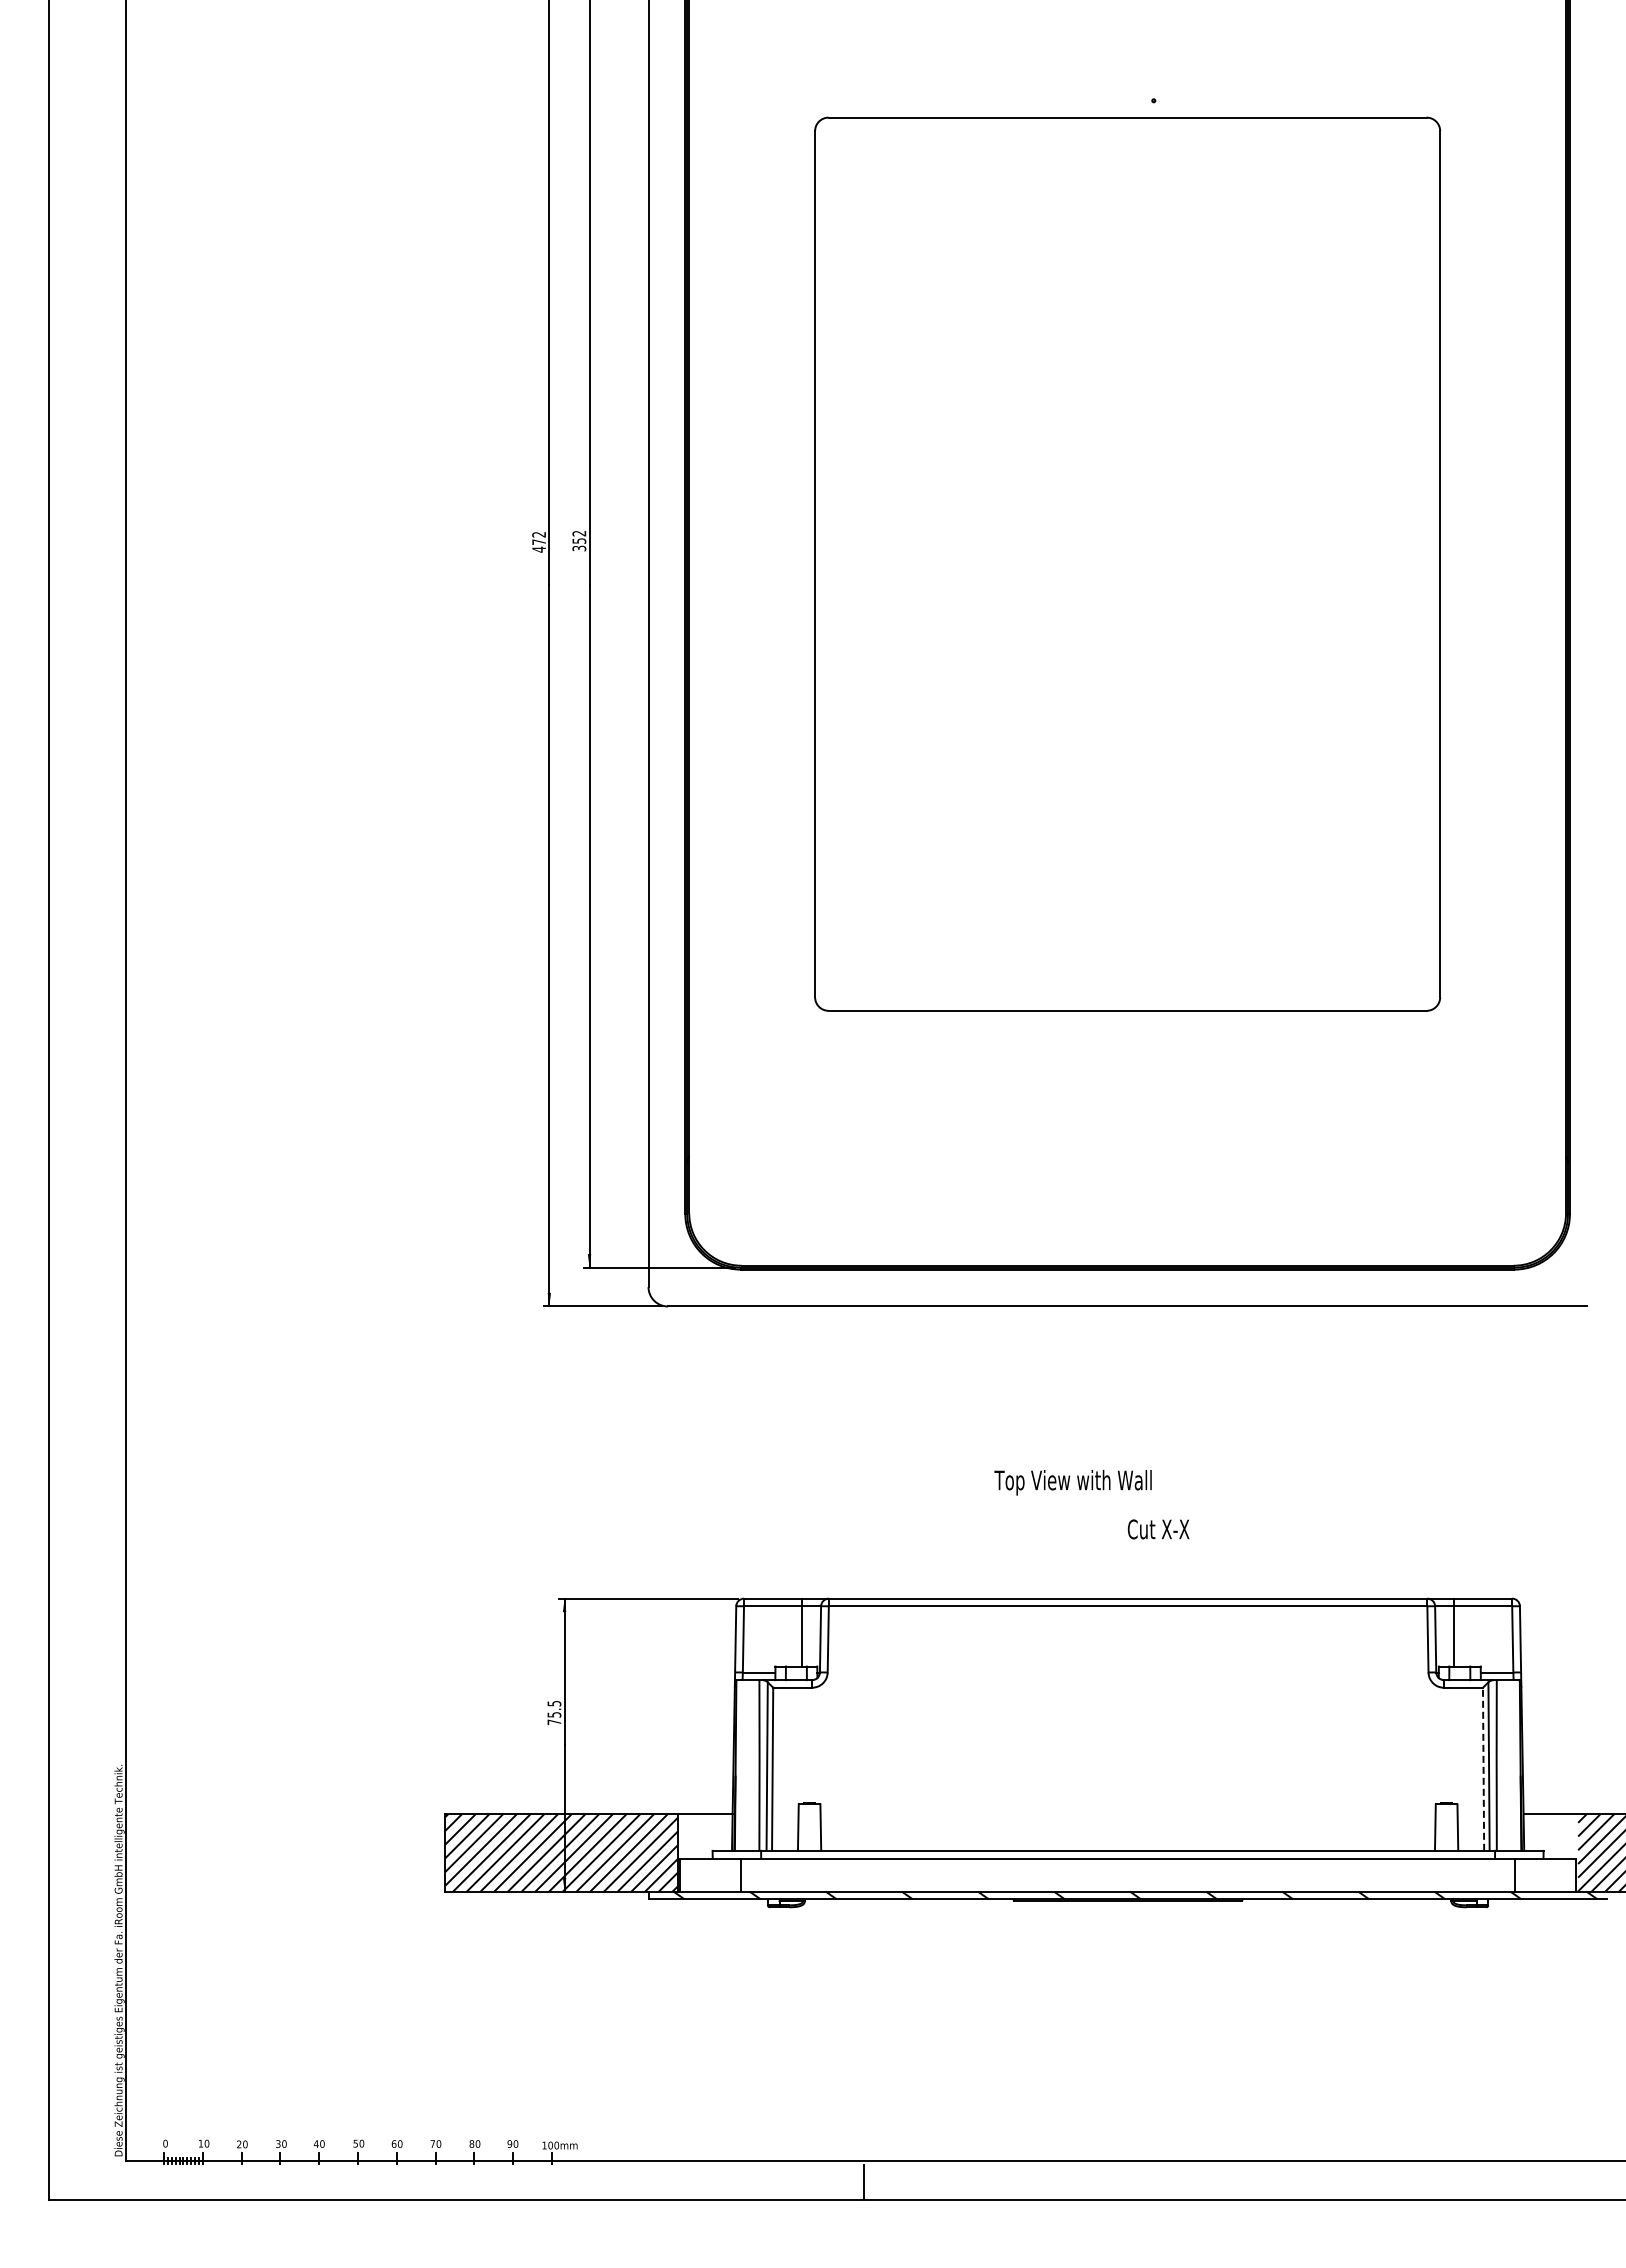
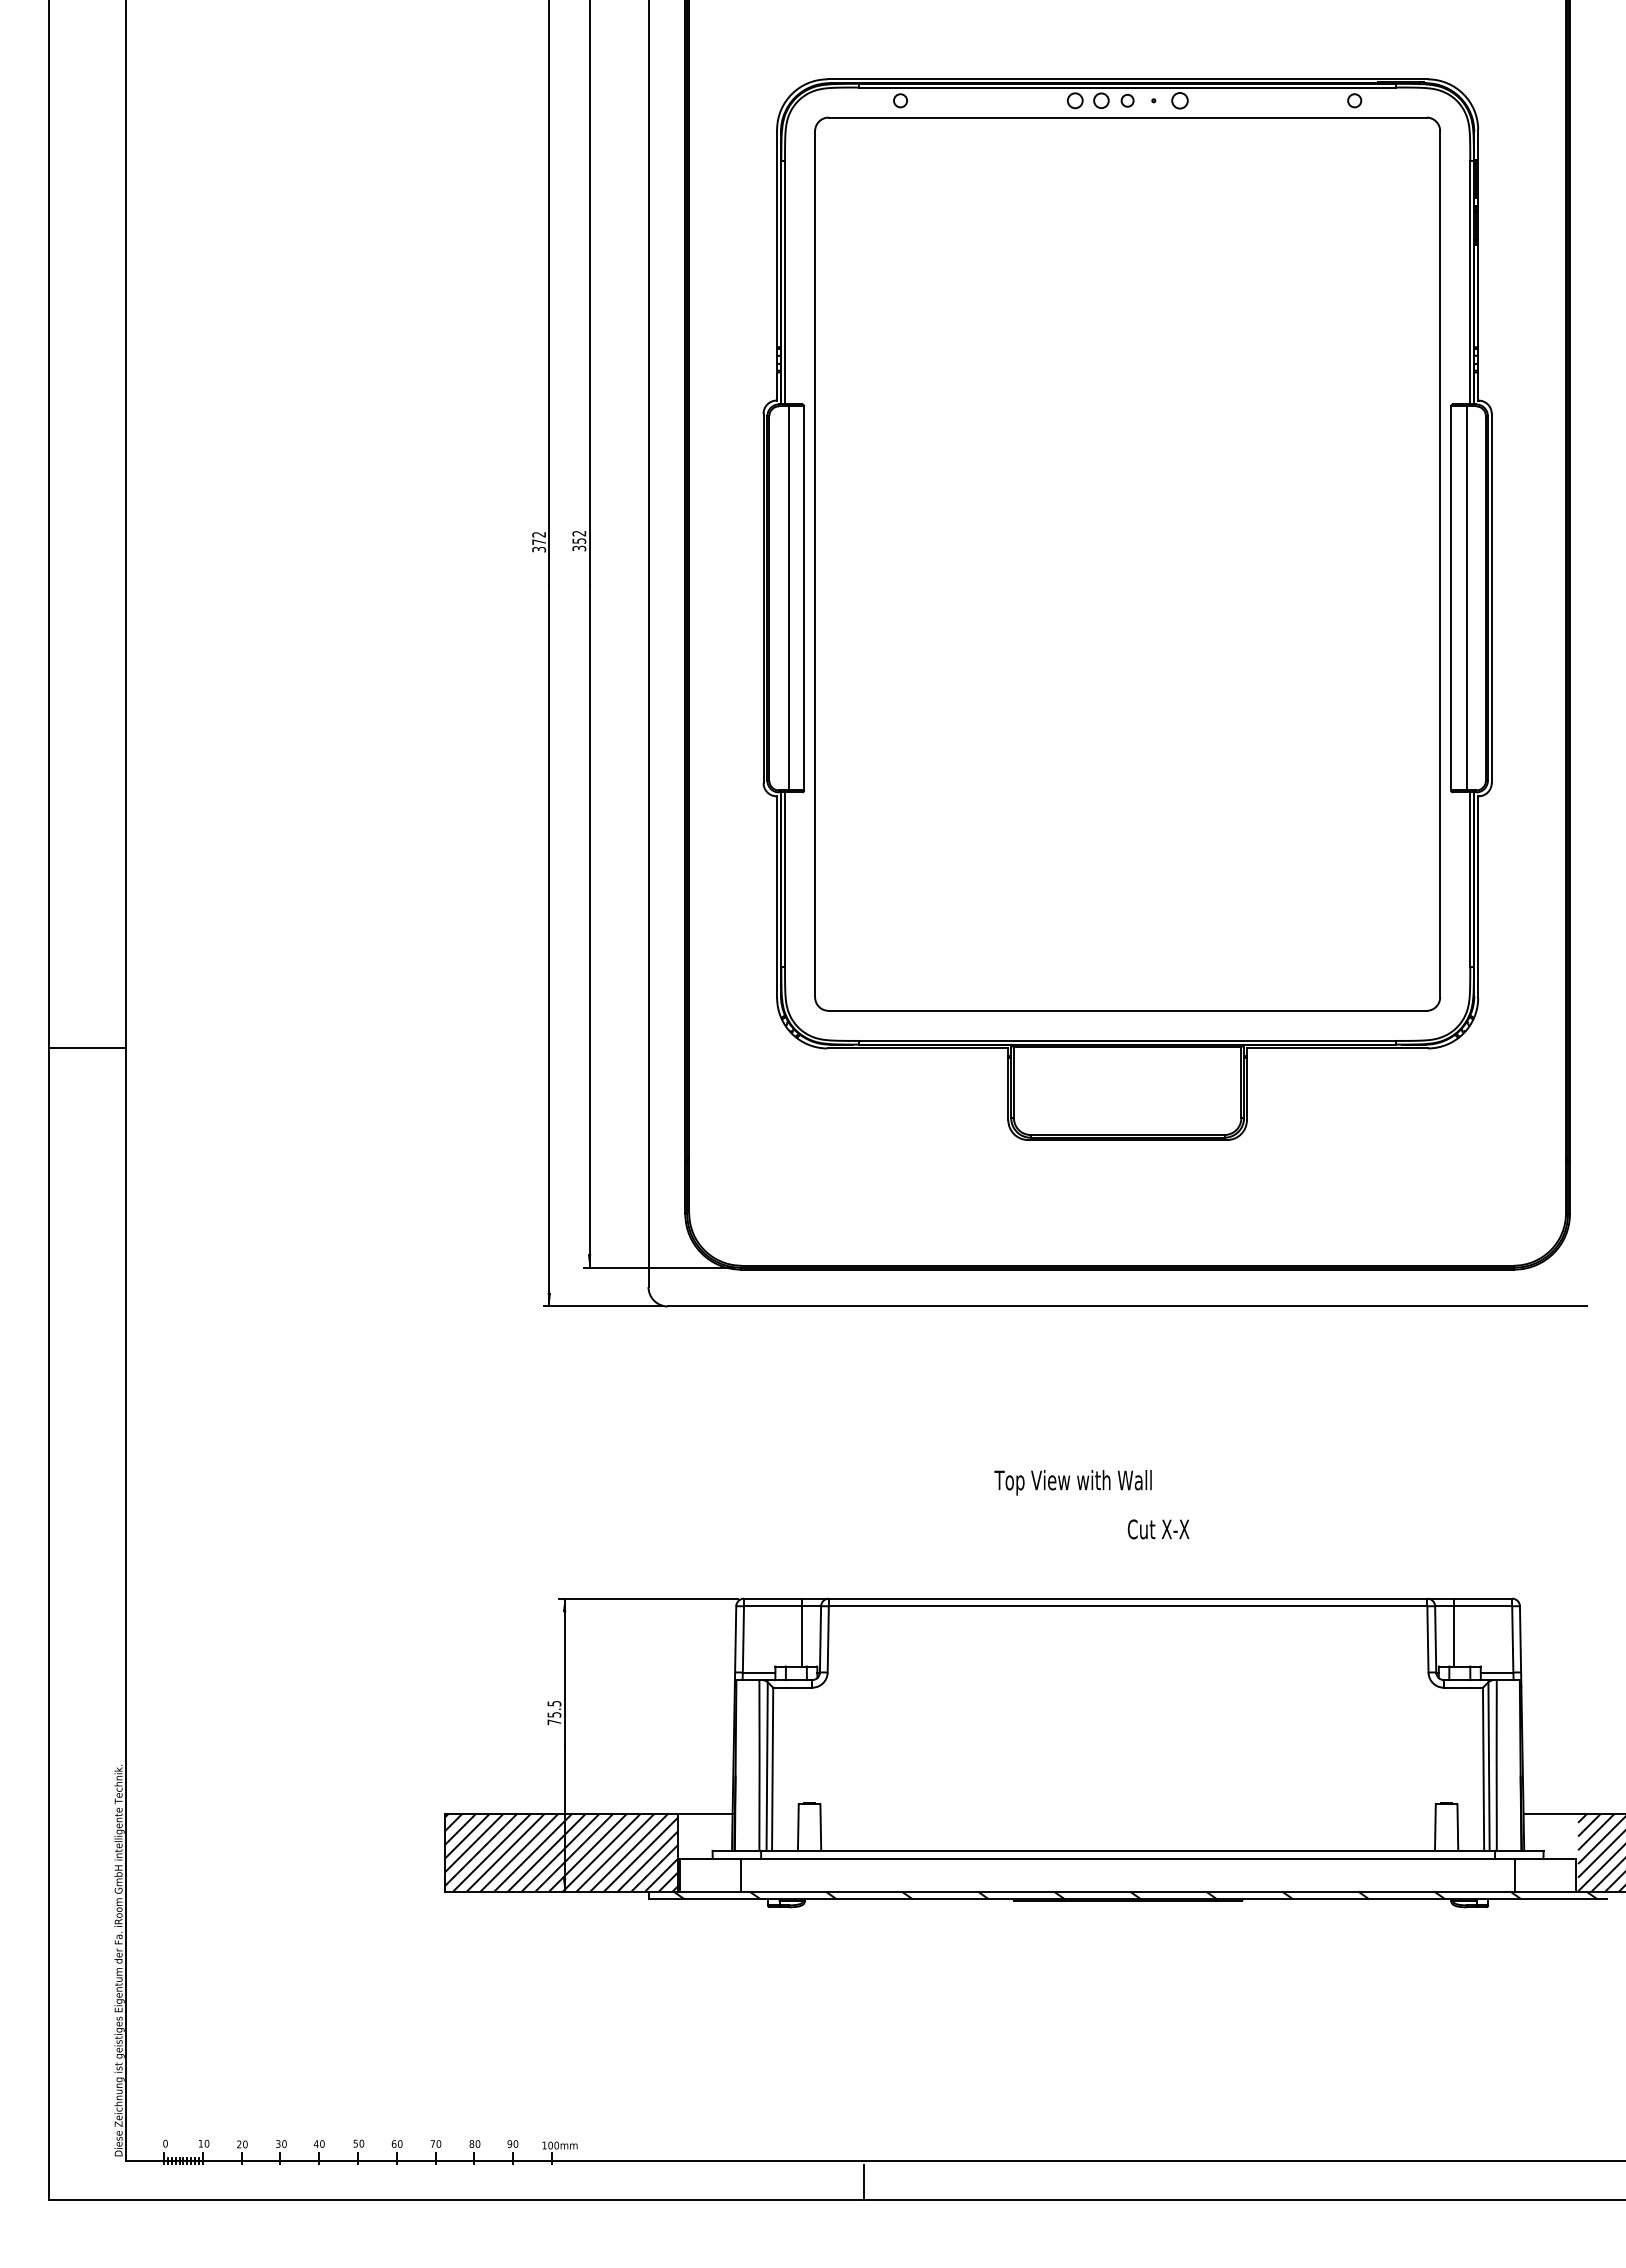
text at (539, 549): 472 -> 372
part at (1127, 609): none -> present
line at (87, 1047): none -> present
line at (1483, 1769): dashed -> solid
